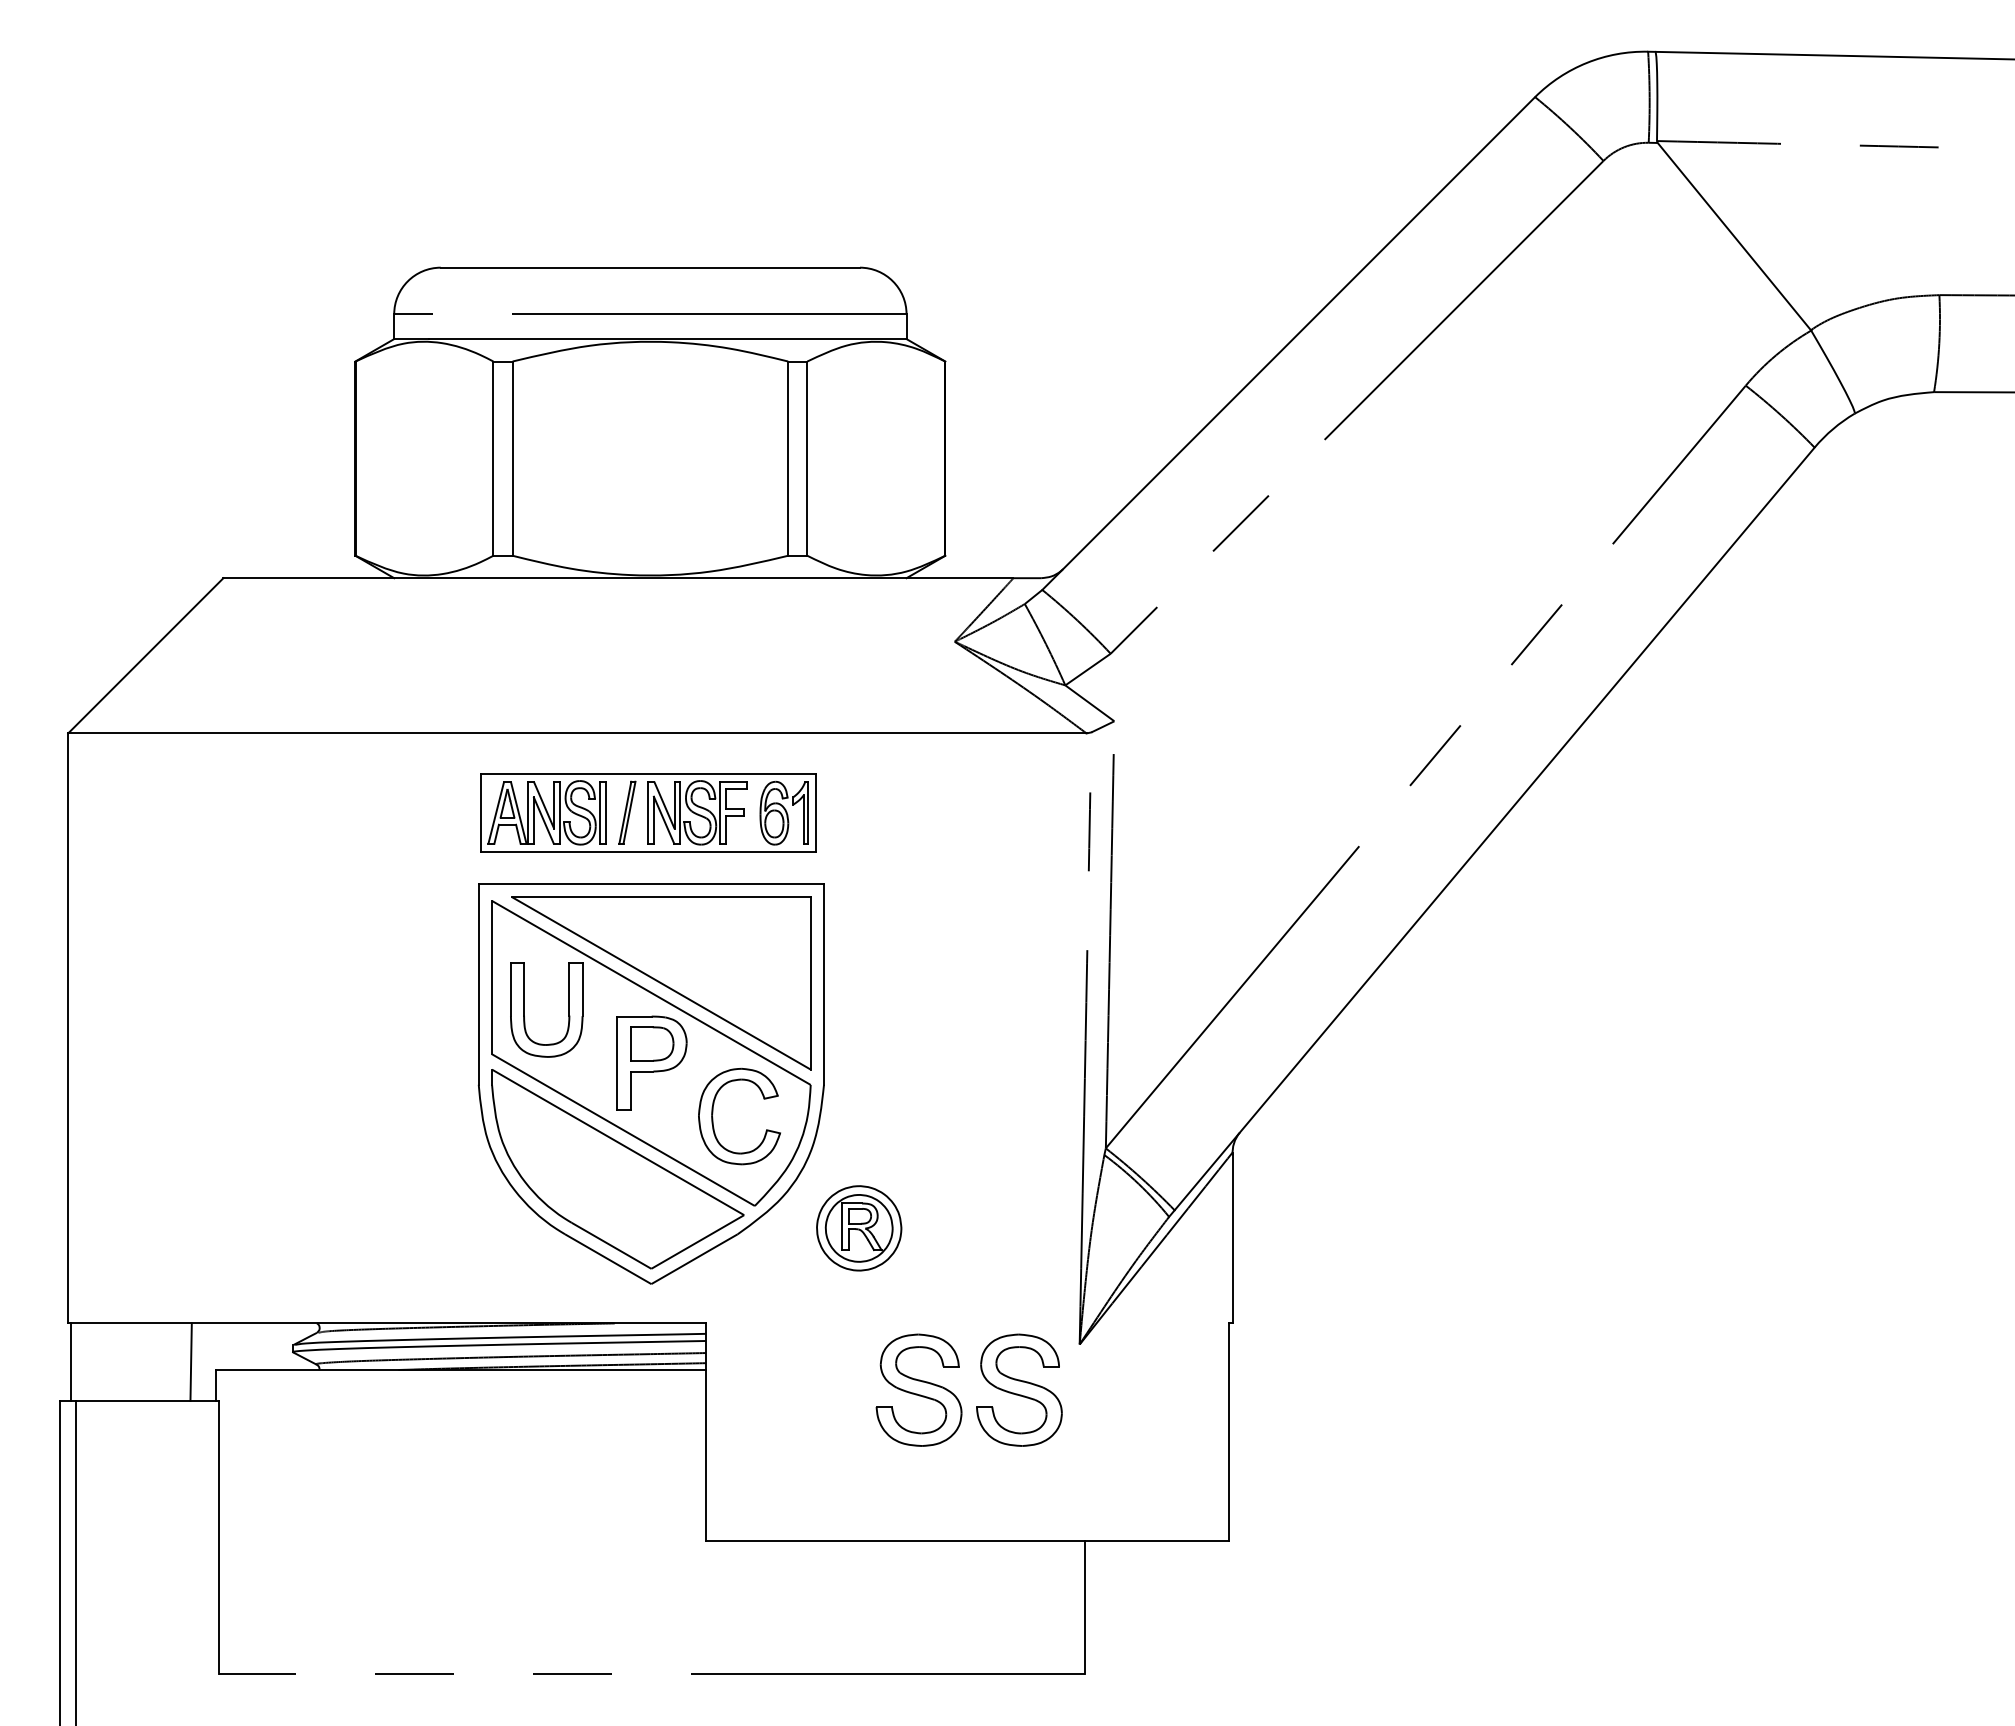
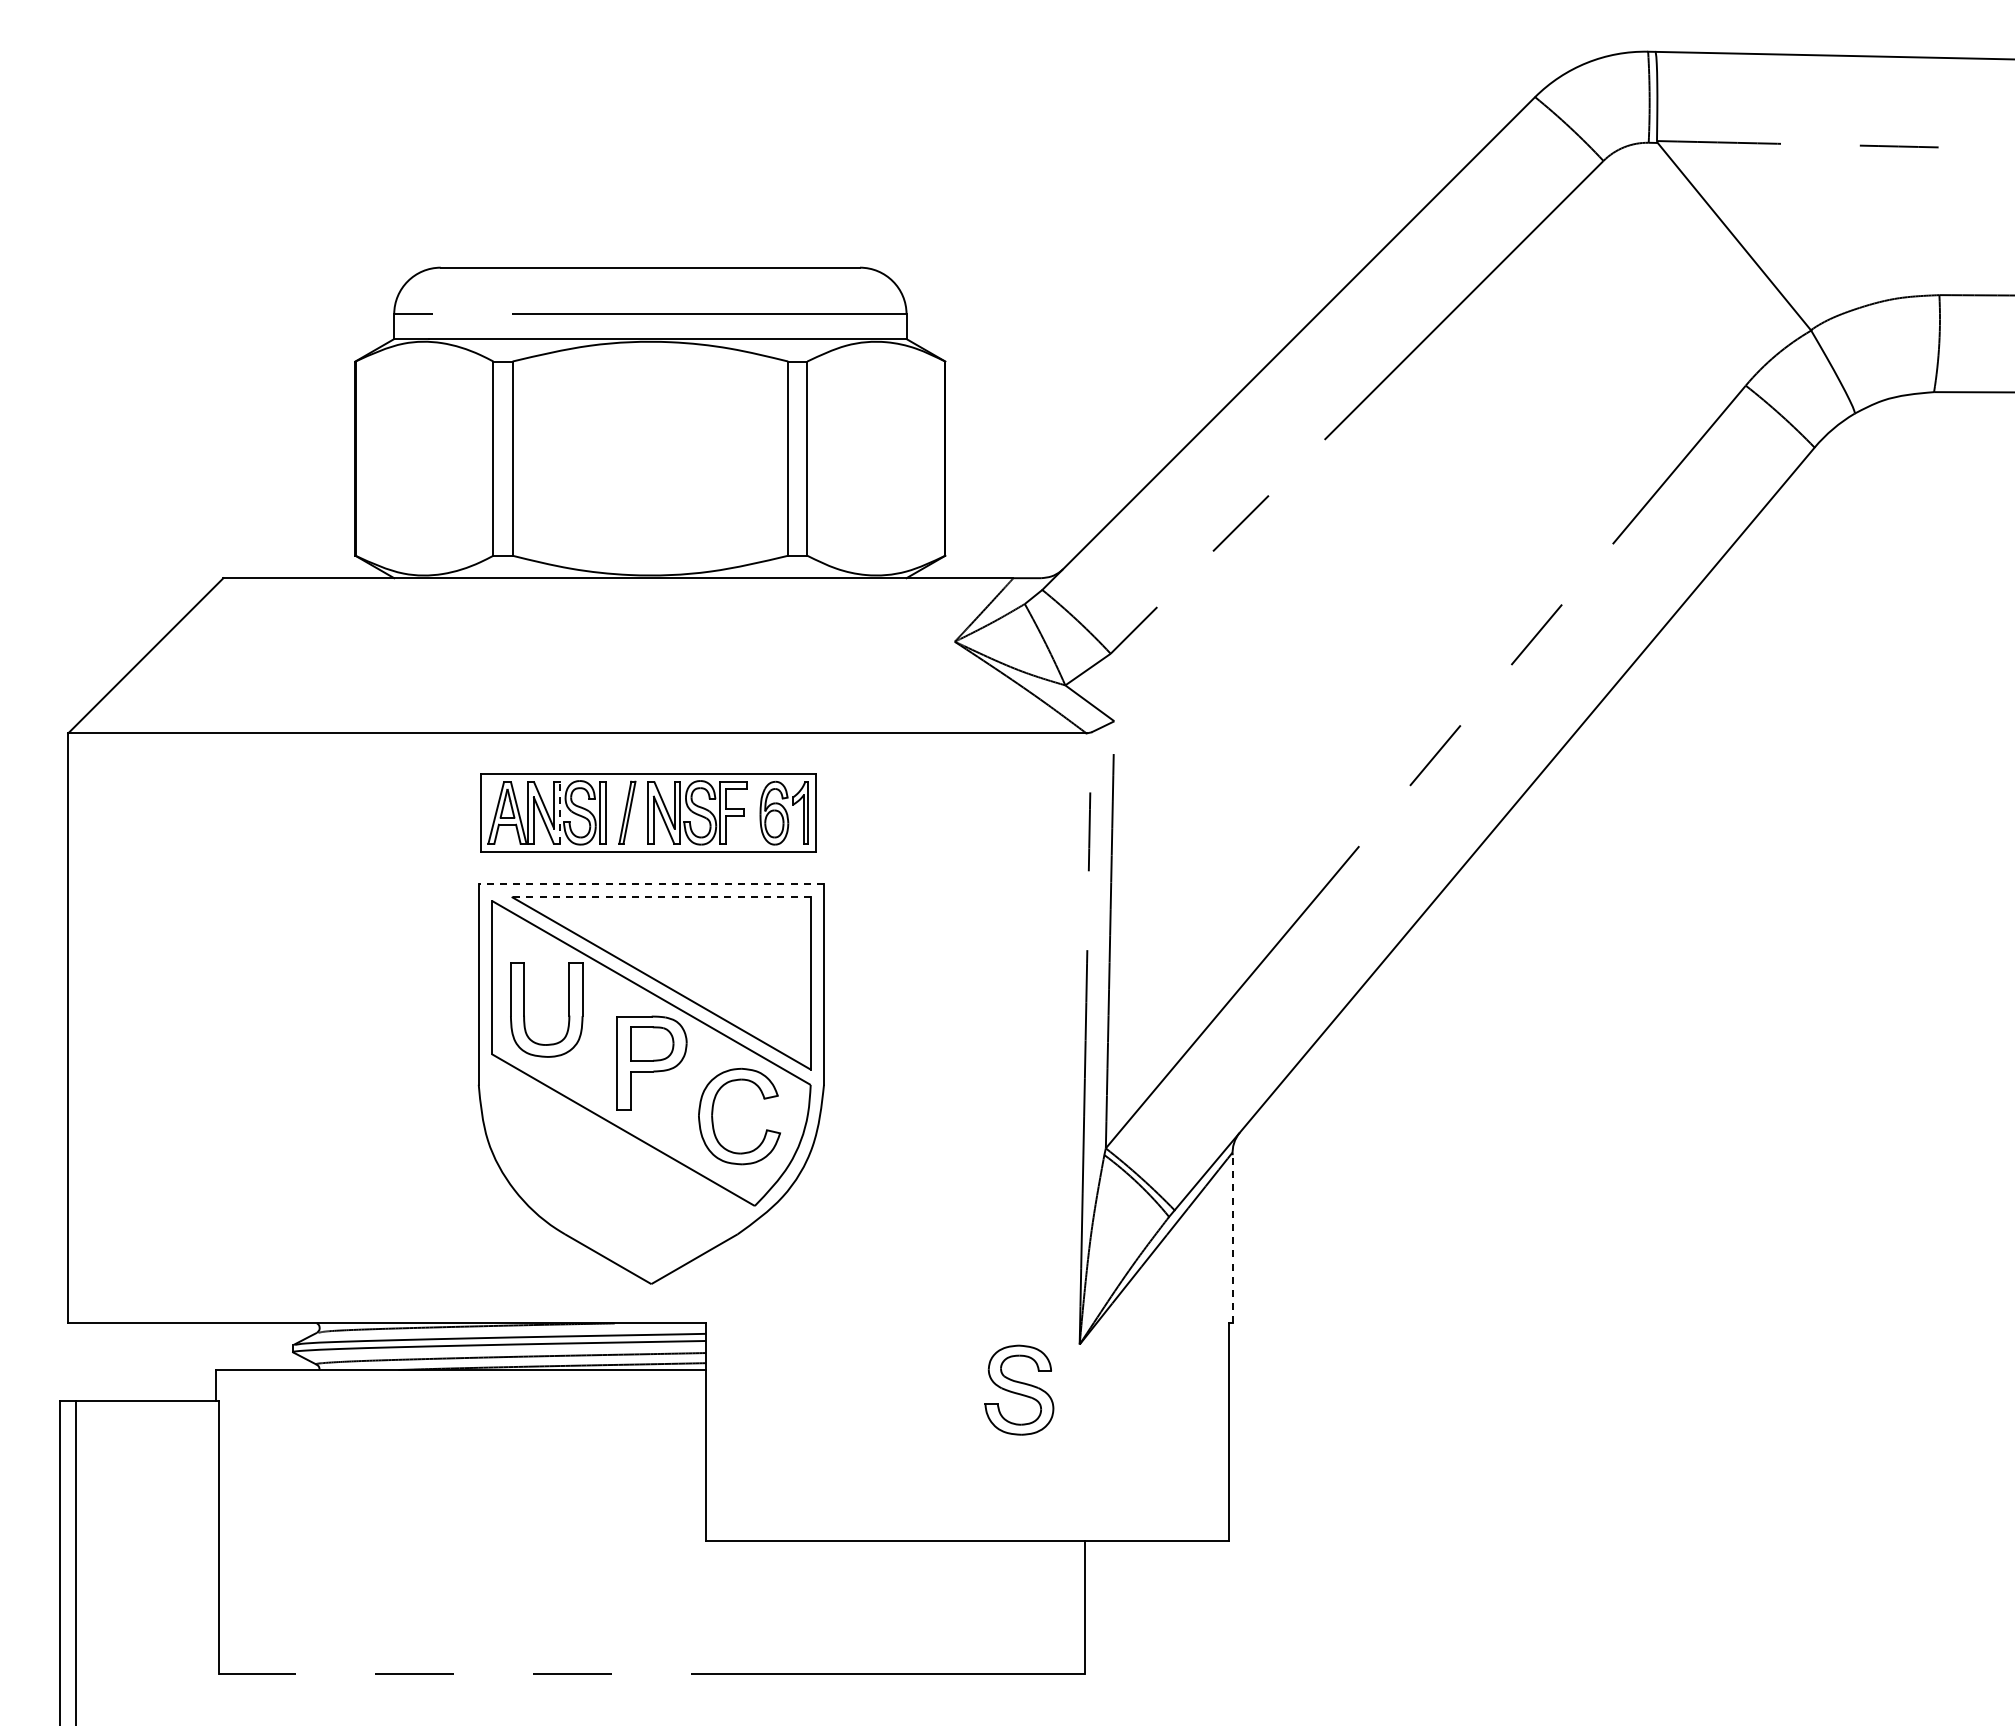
line at (559, 812): solid -> dashed
line at (651, 883): solid -> dashed
line at (661, 896): solid -> dashed
part at (617, 1169): present -> none
part at (859, 1228): present -> none
line at (1232, 1237): solid -> dashed
line at (70, 1362): present -> none
line at (190, 1362): present -> none
part at (918, 1389): present -> none
part at (1019, 1389) size: 87x114 px -> 71x92 px
